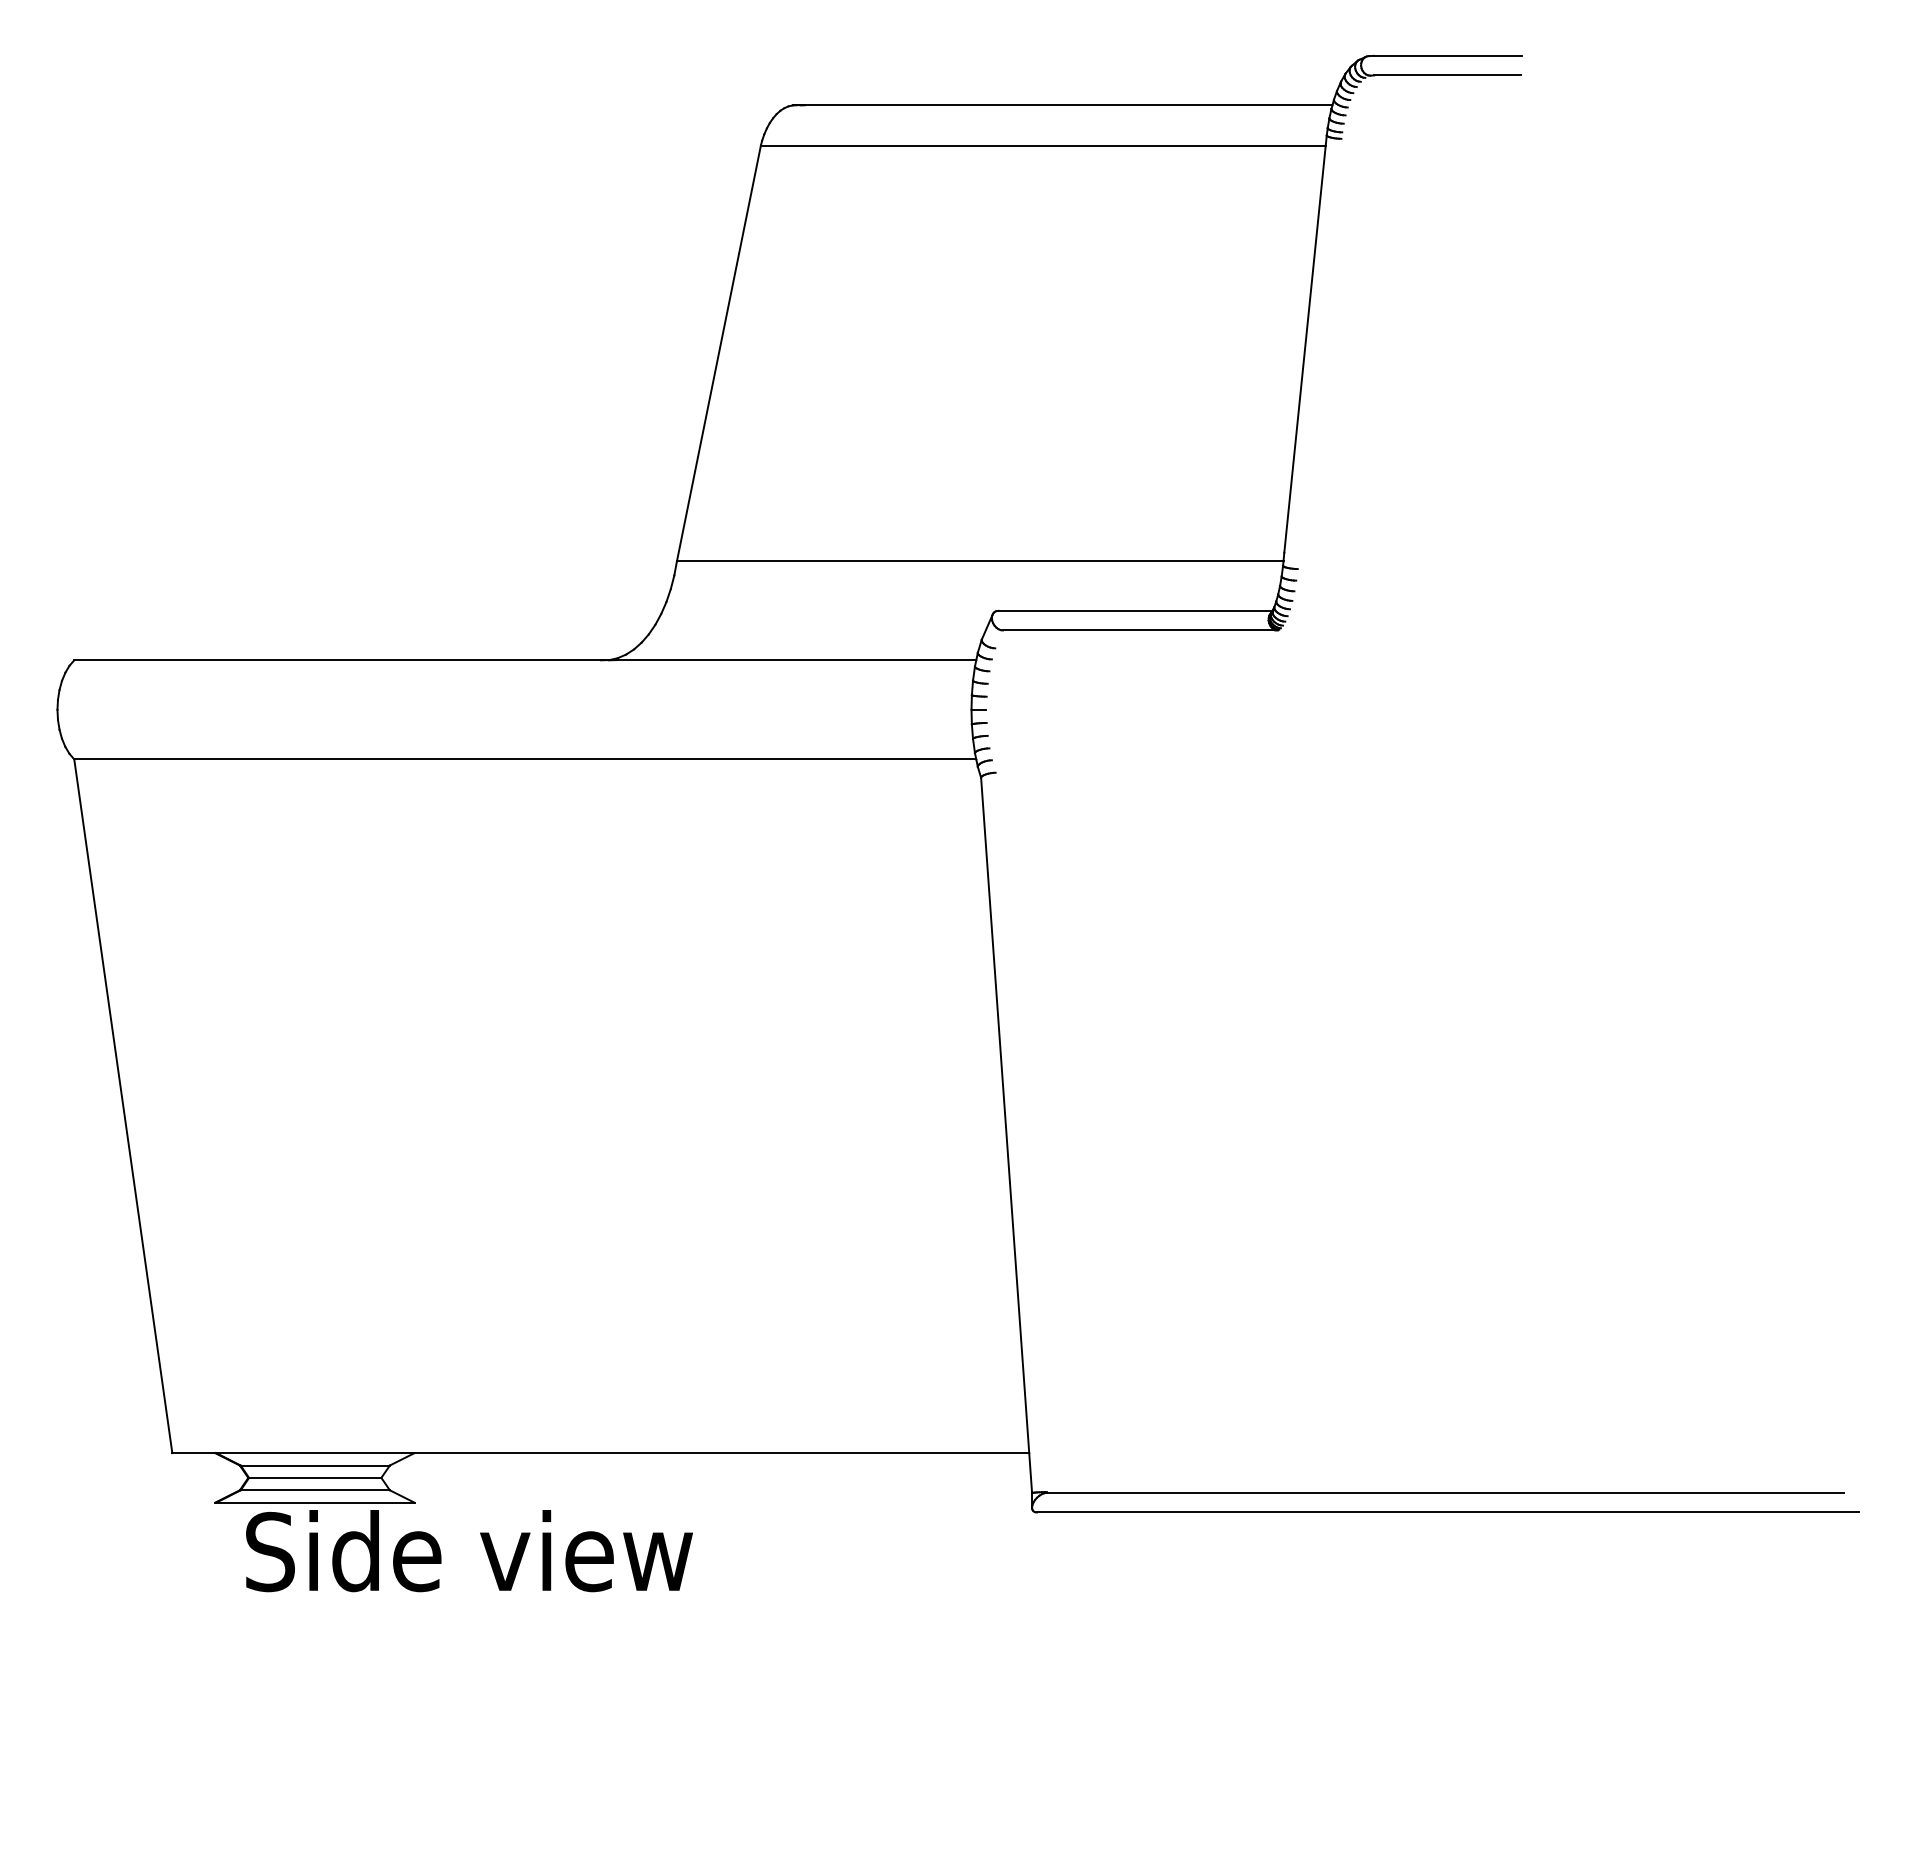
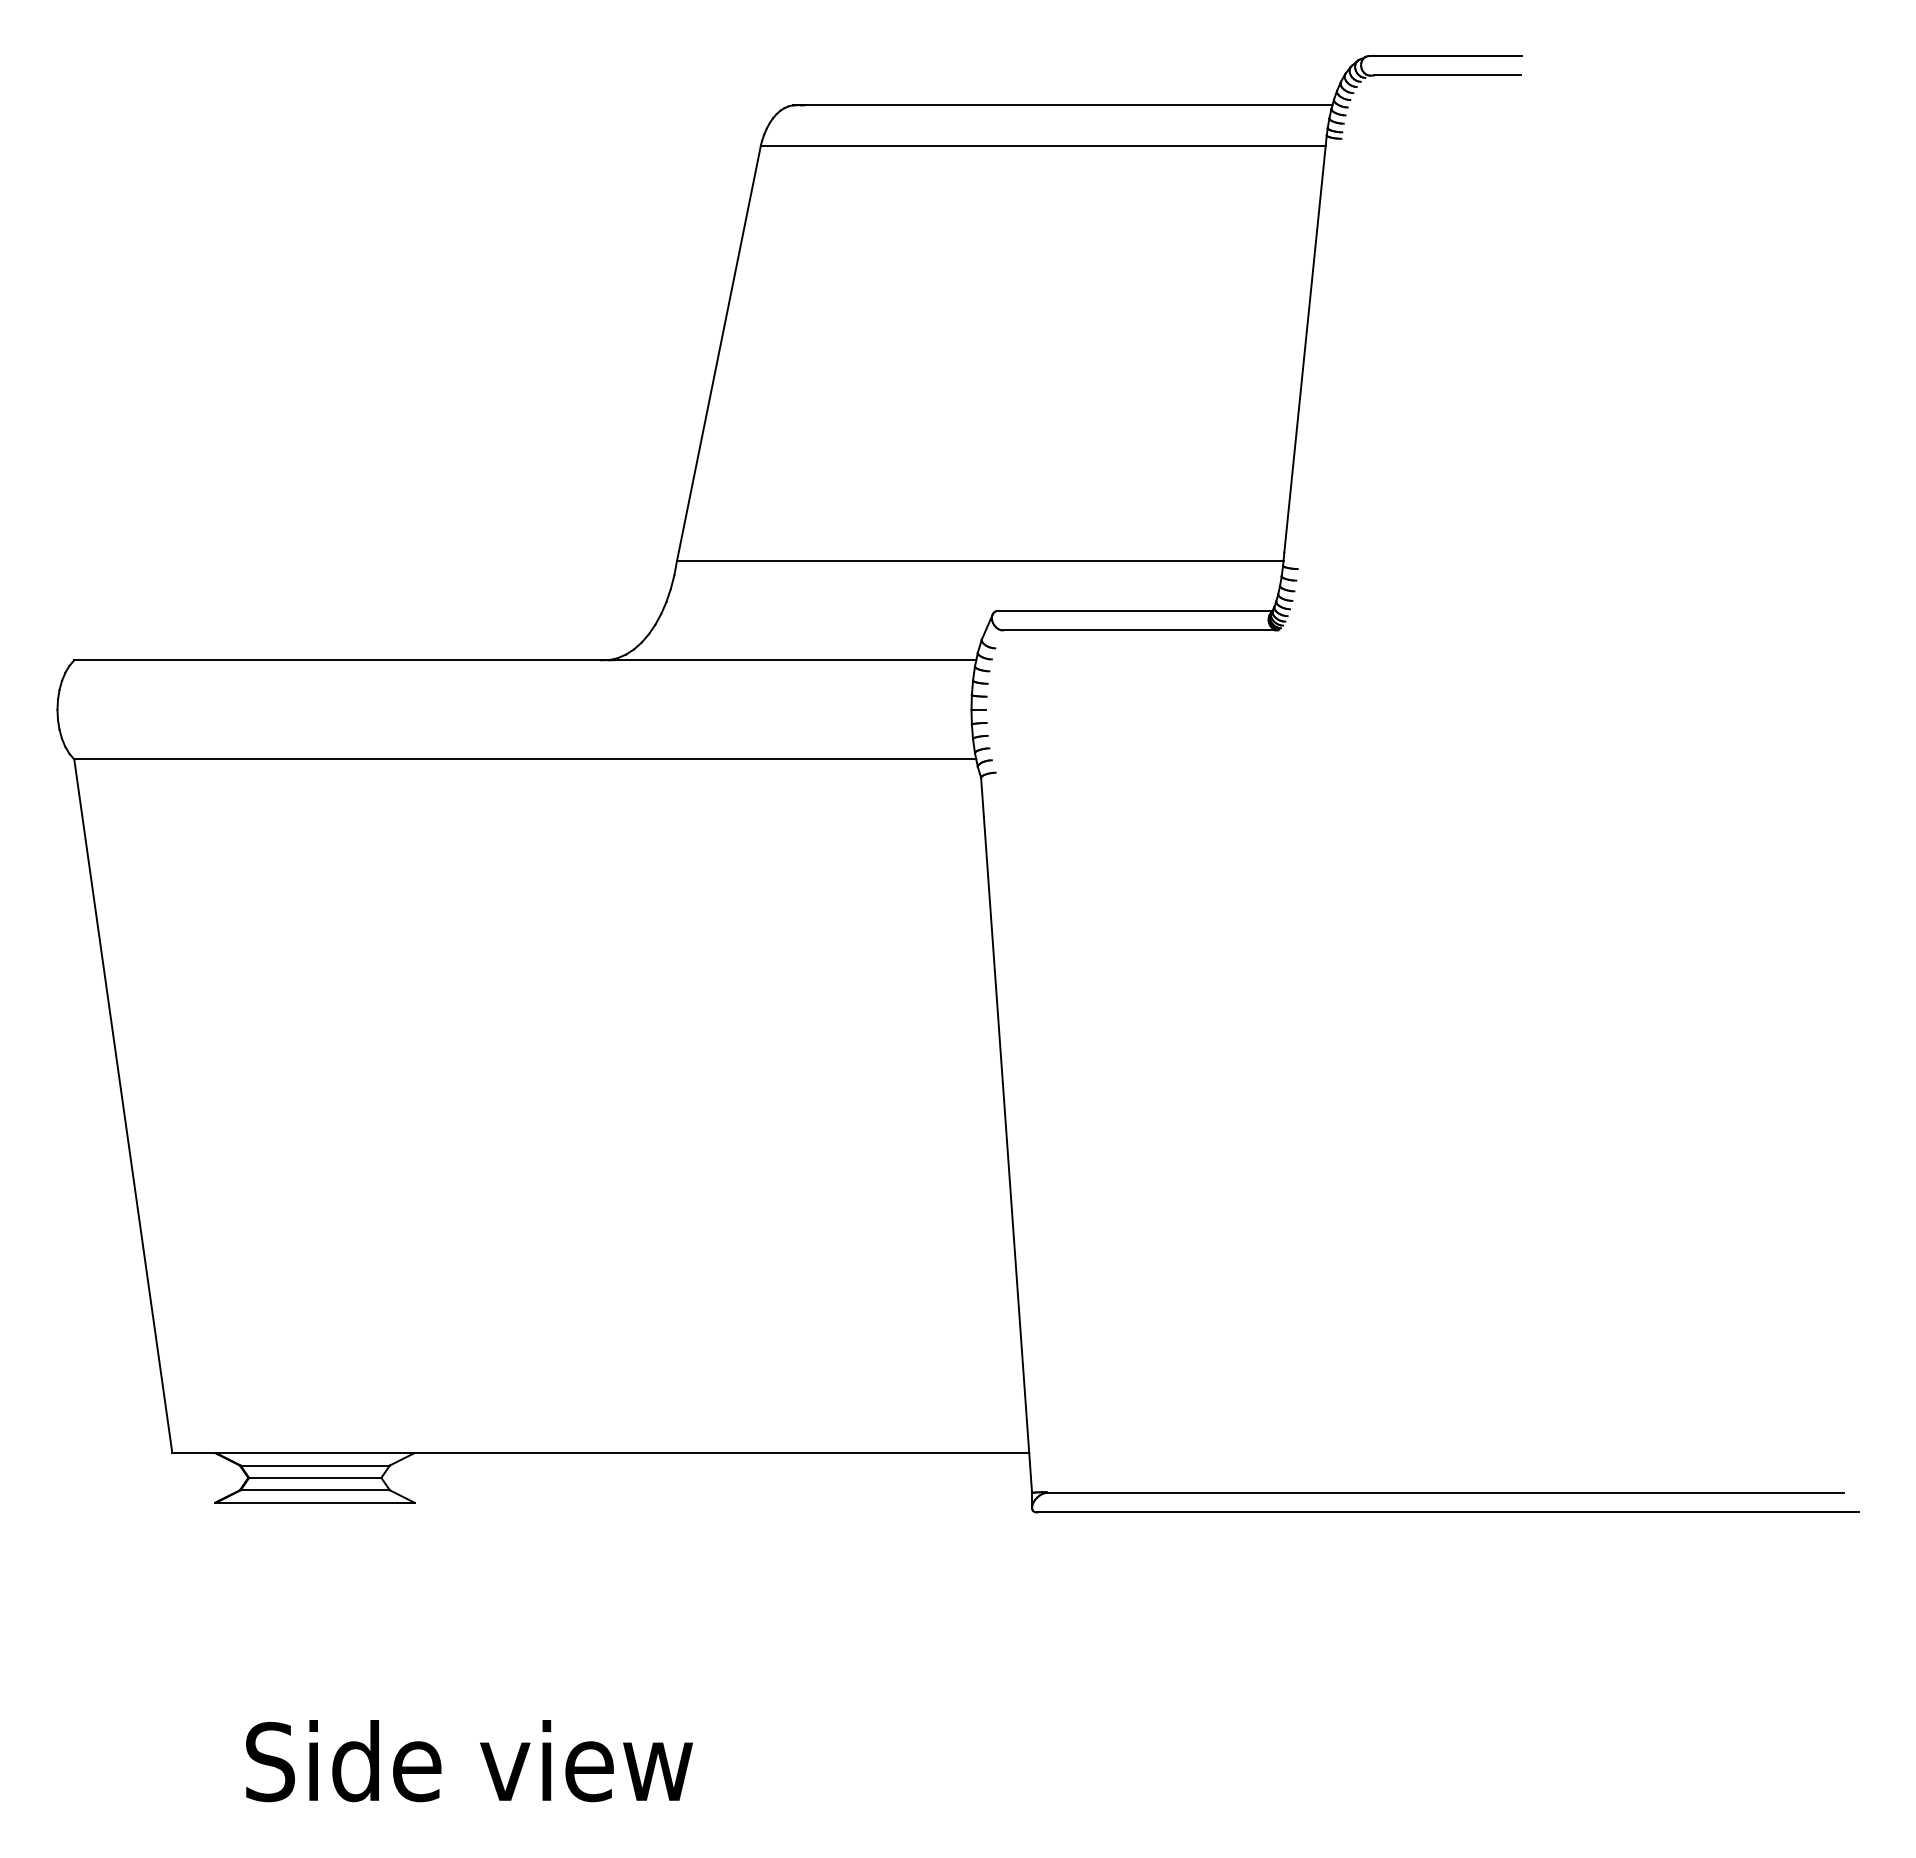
text at (469, 1551) position: (469, 1551) -> (469, 1761)
